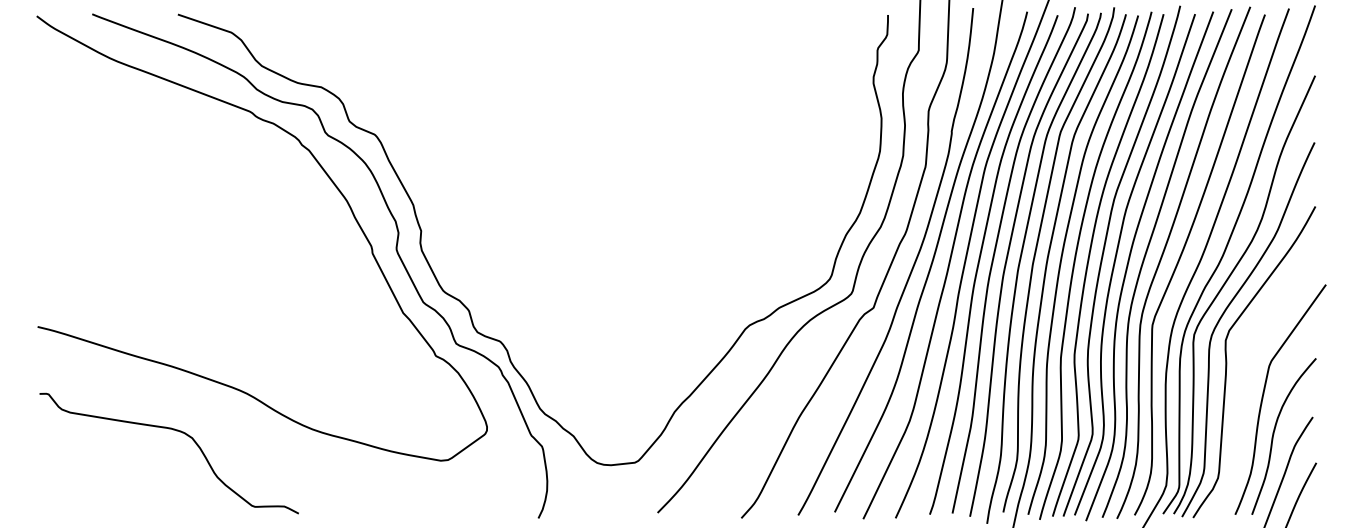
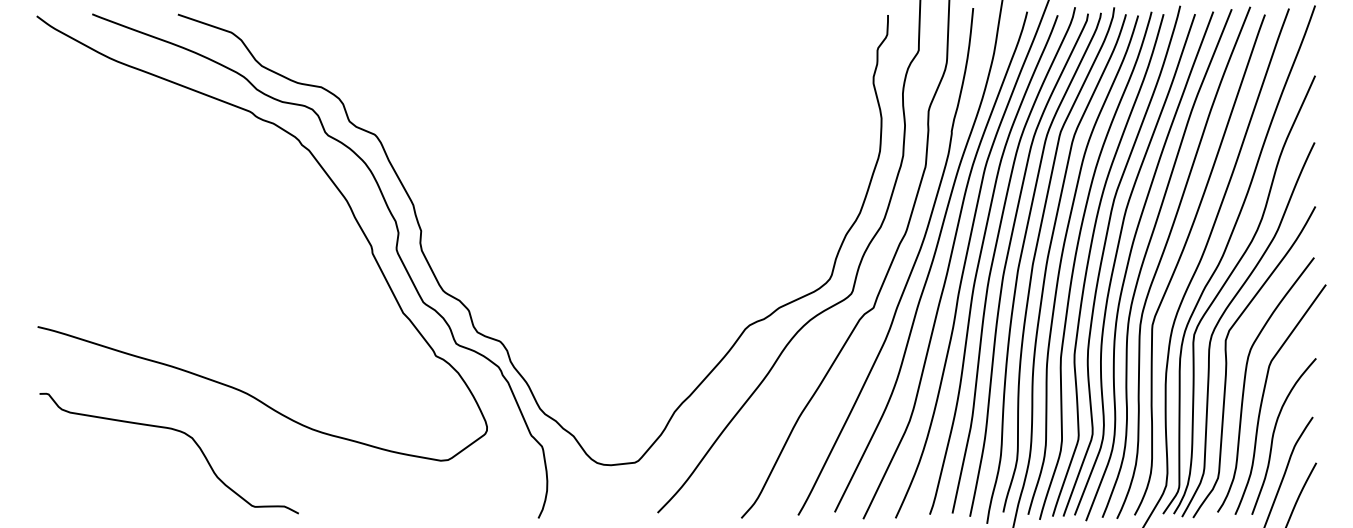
curve at (1245, 384): none -> present
